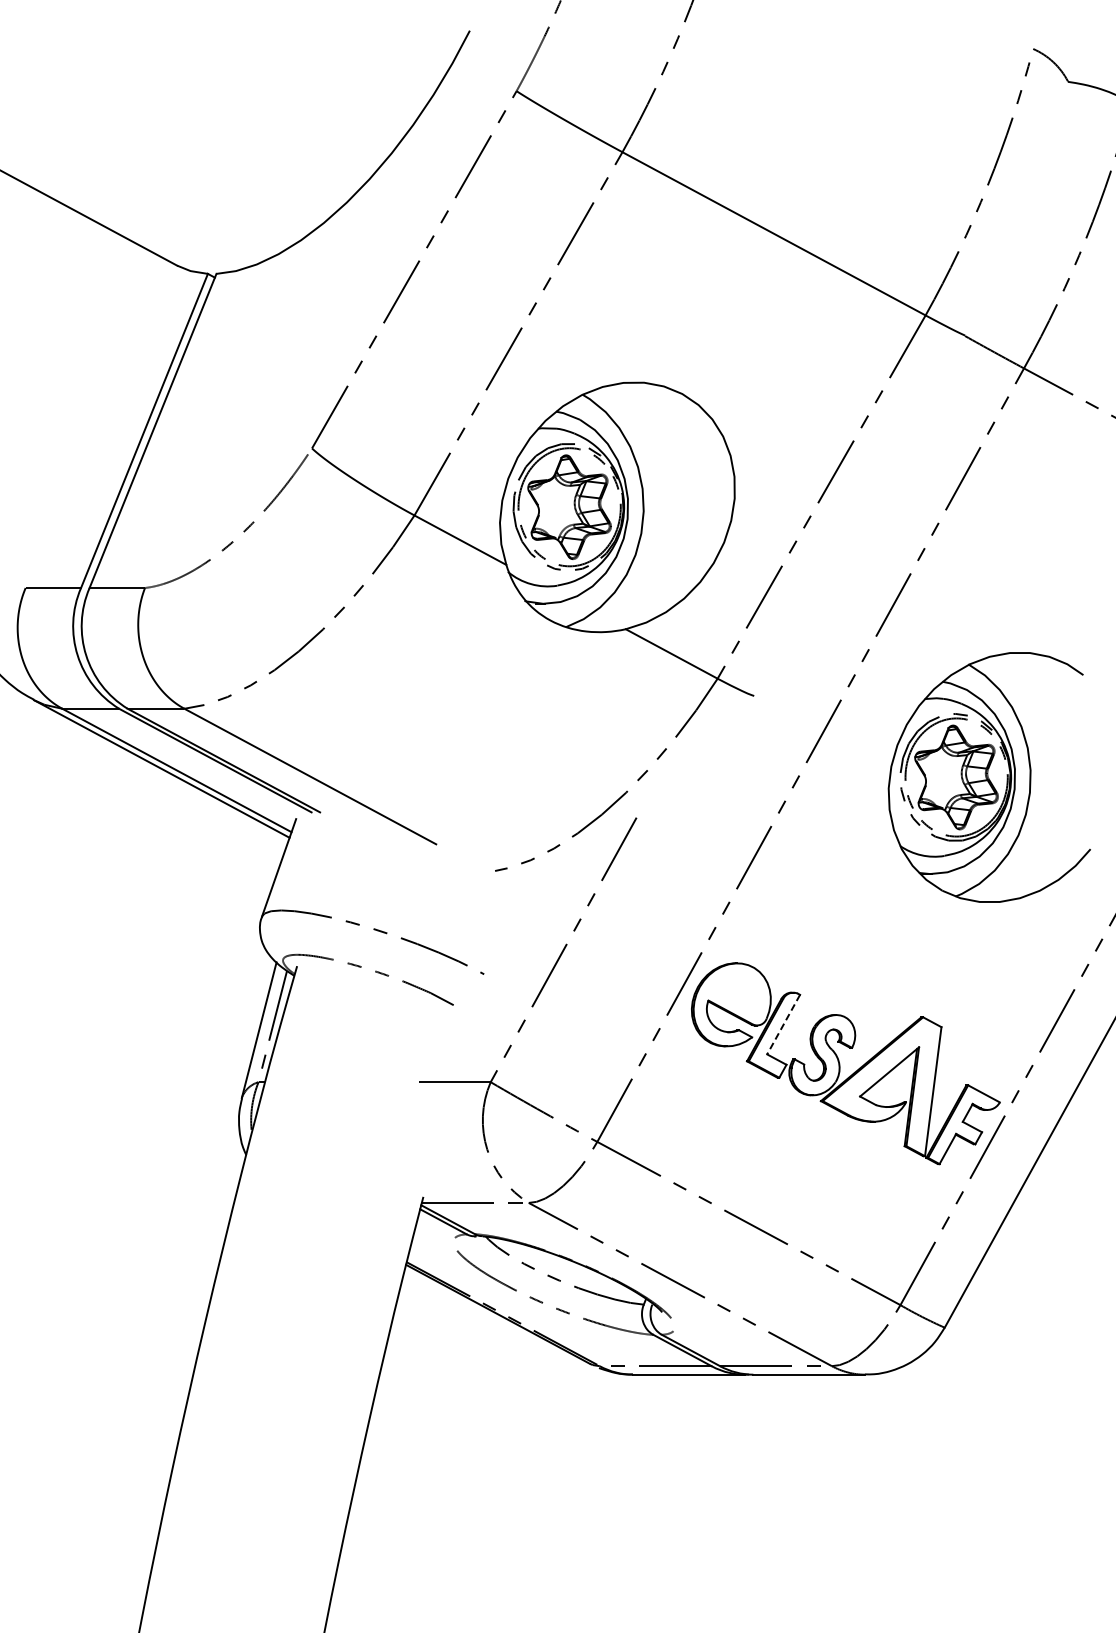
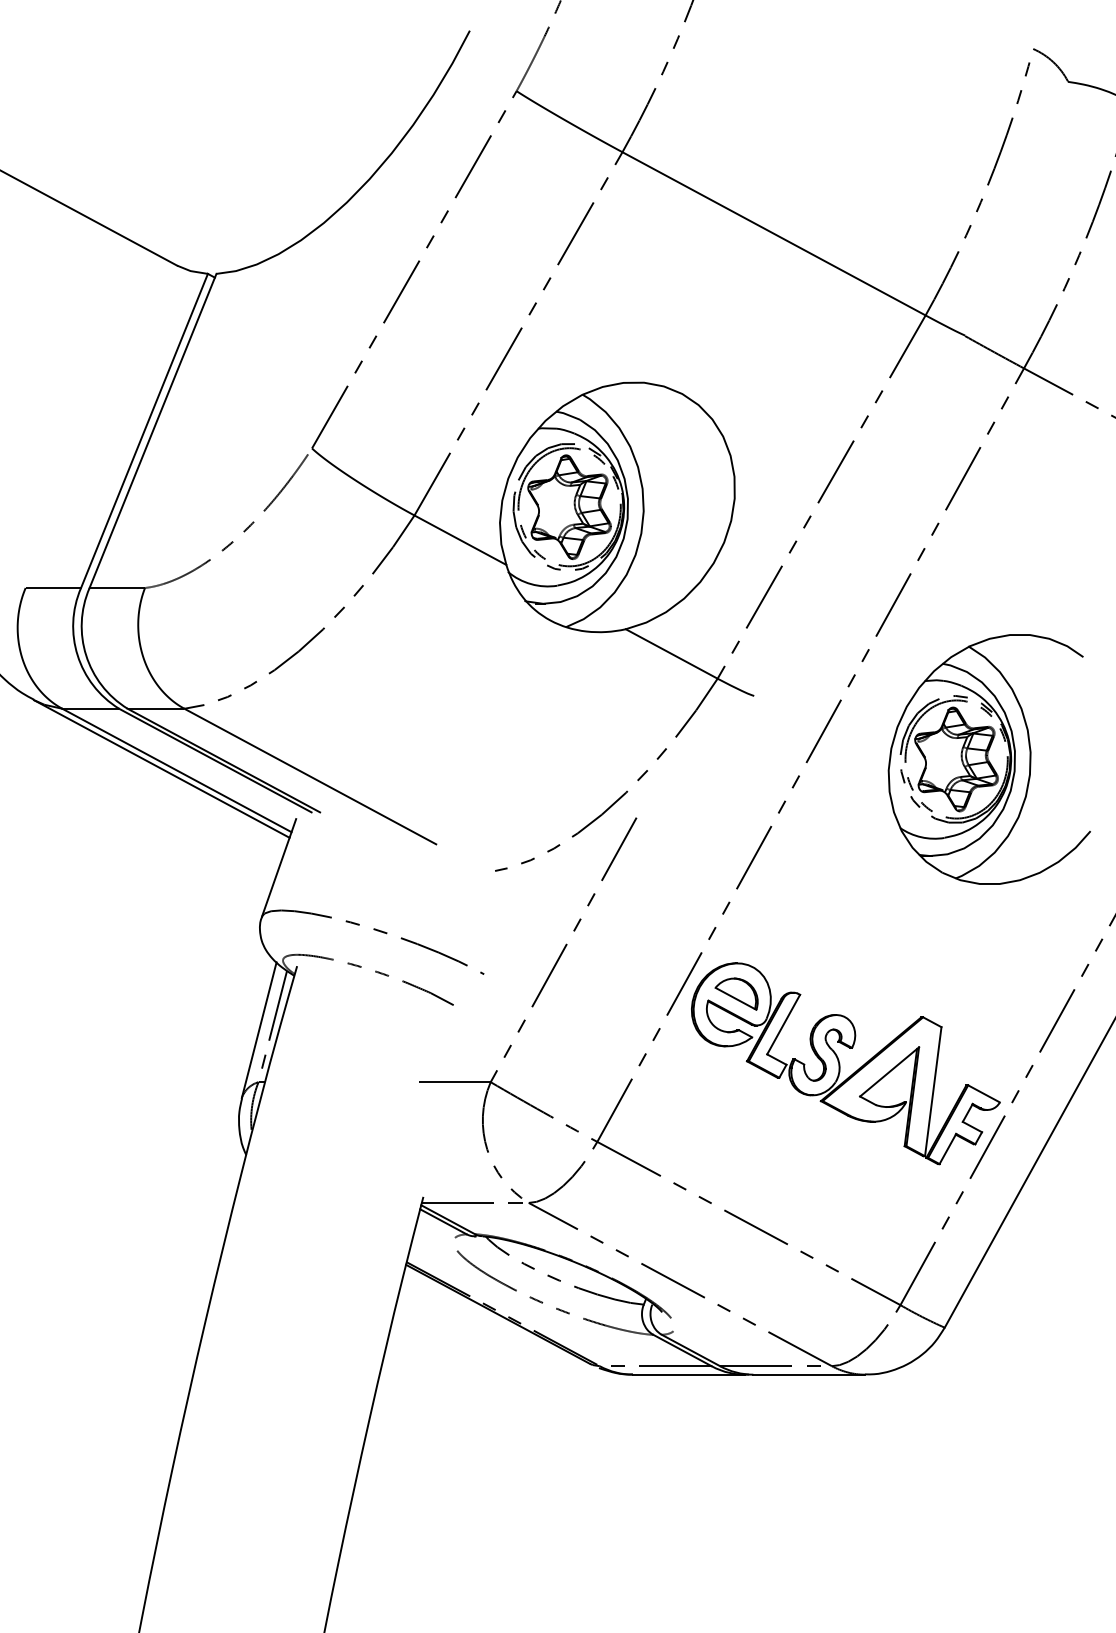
part at (988, 777) position: (988, 777) -> (988, 759)
part at (736, 993): none -> present
line at (783, 1025): dashed -> solid
